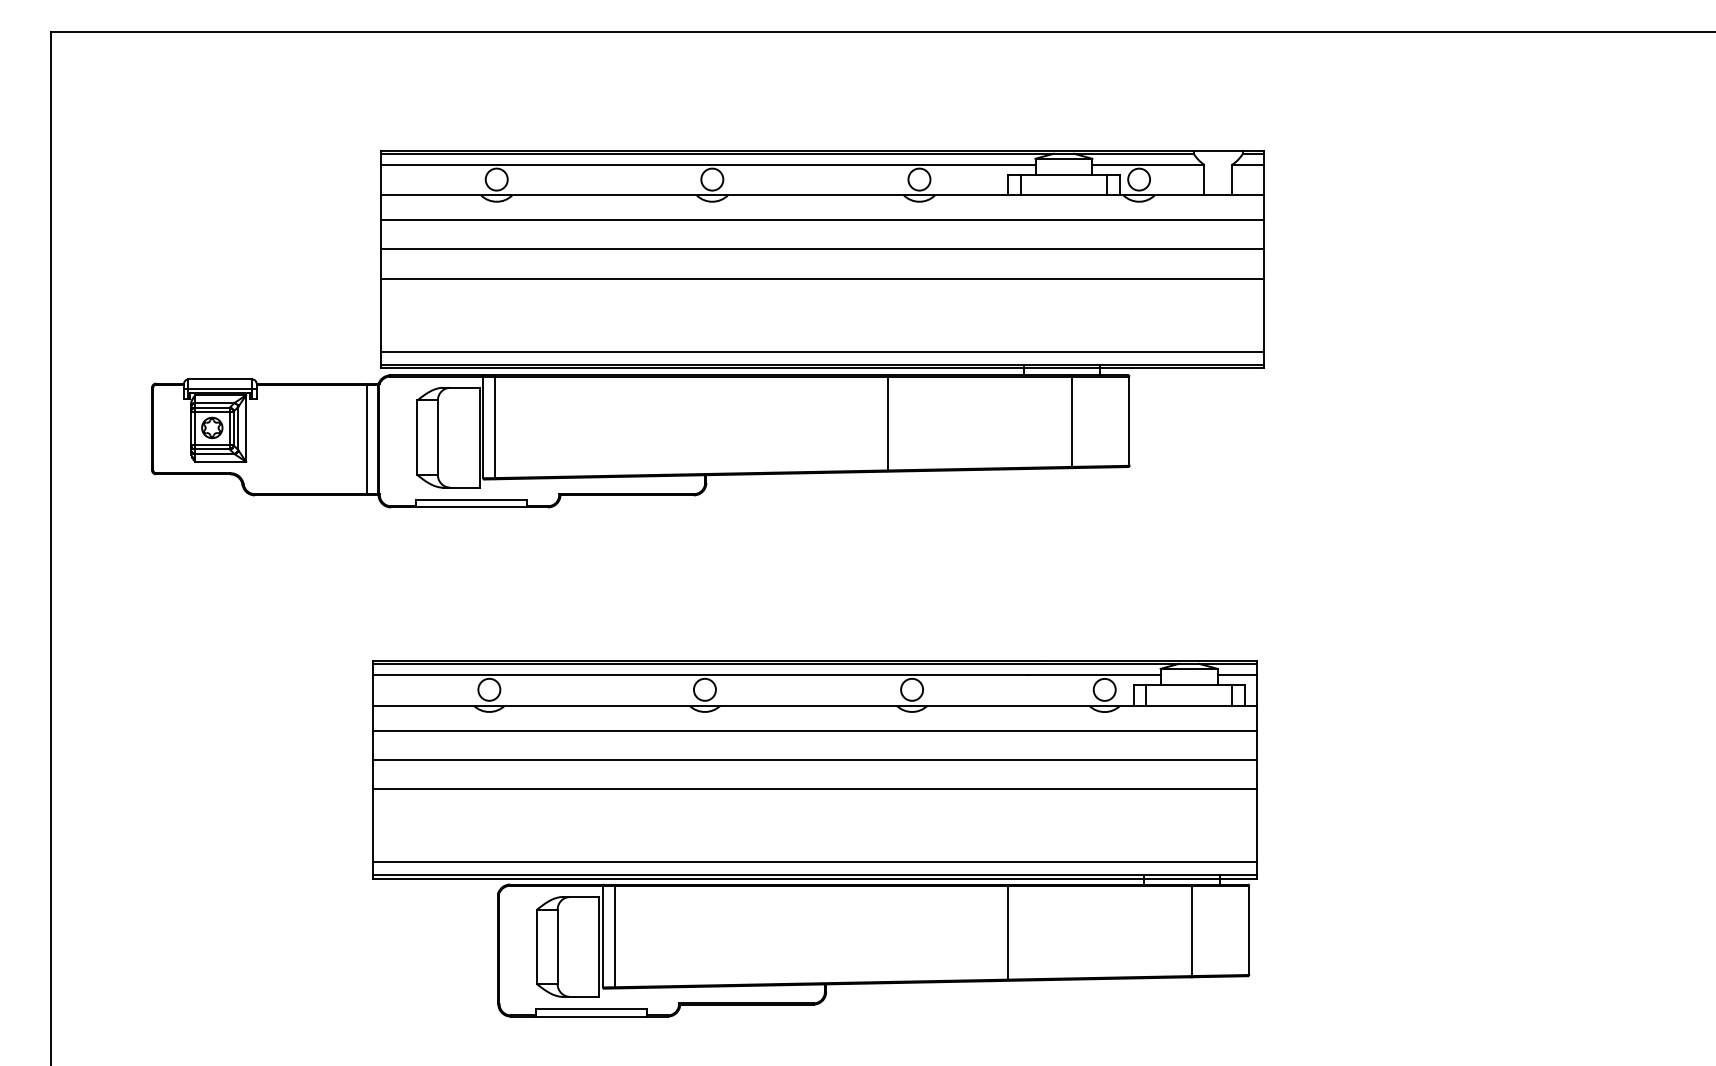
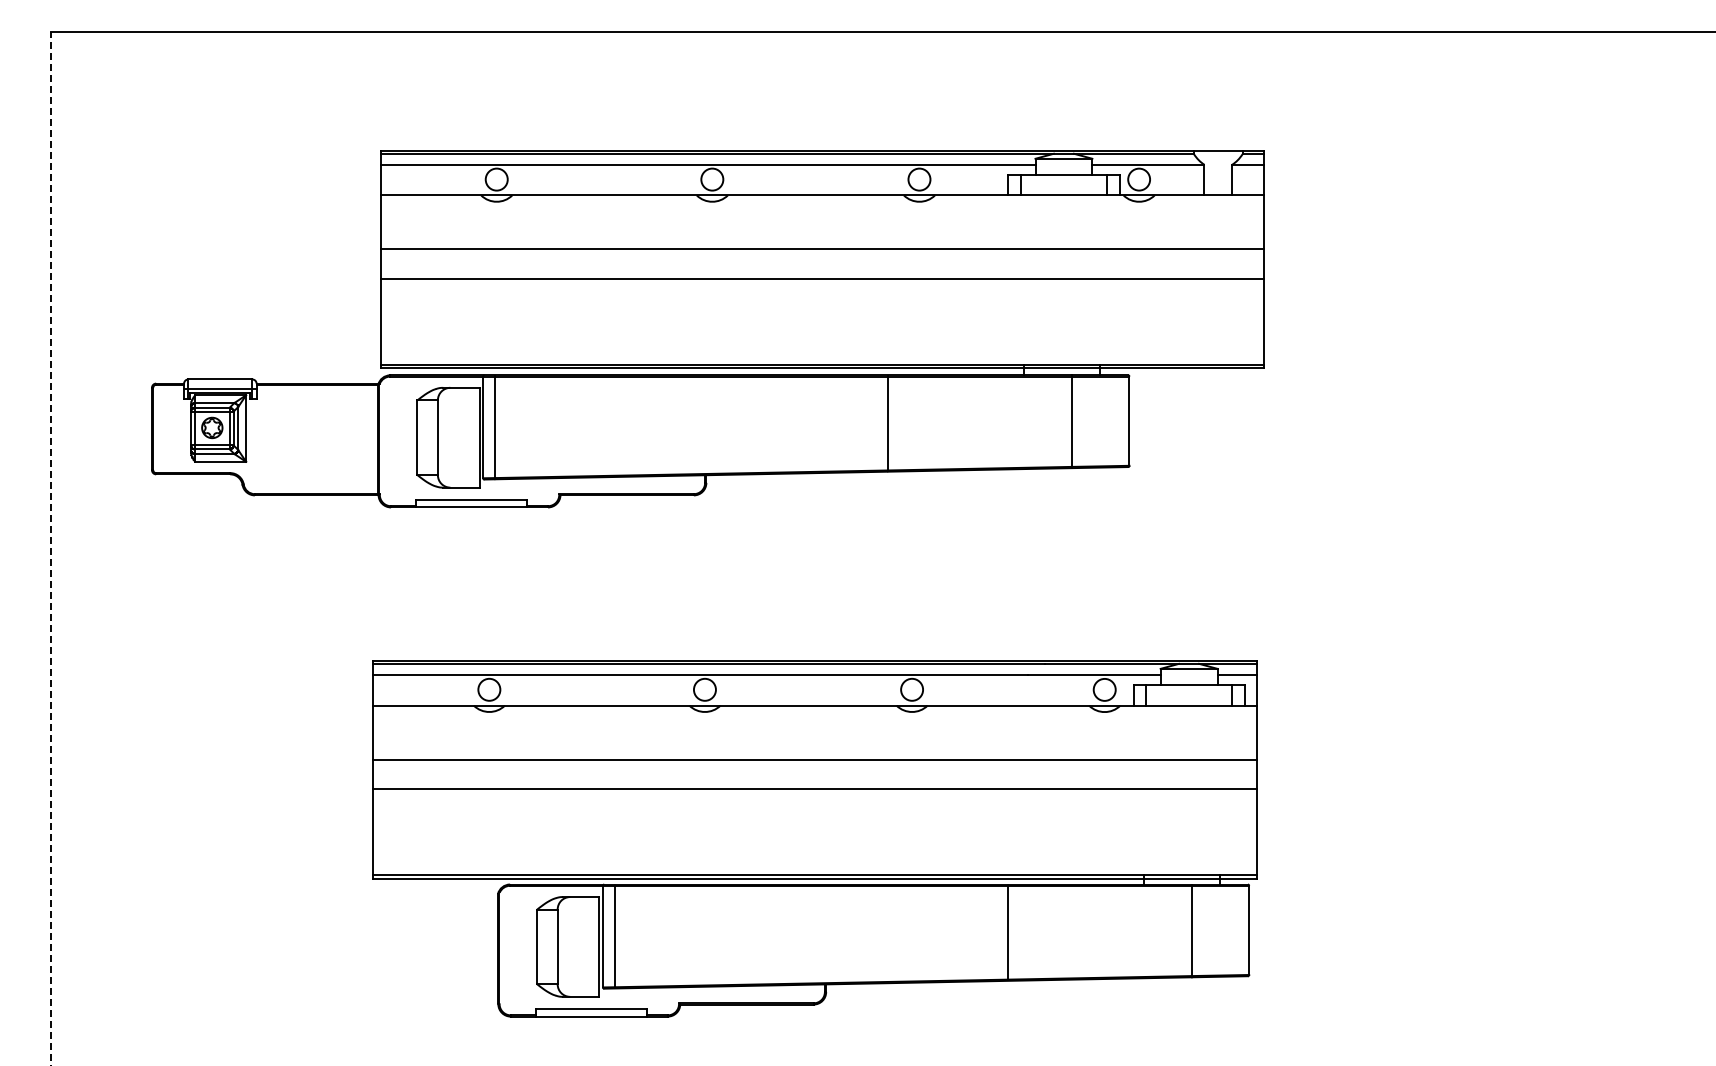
line at (822, 220): present -> none
line at (822, 351): present -> none
line at (366, 439): present -> none
line at (51, 548): solid -> dashed
line at (814, 730): present -> none
line at (814, 862): present -> none
